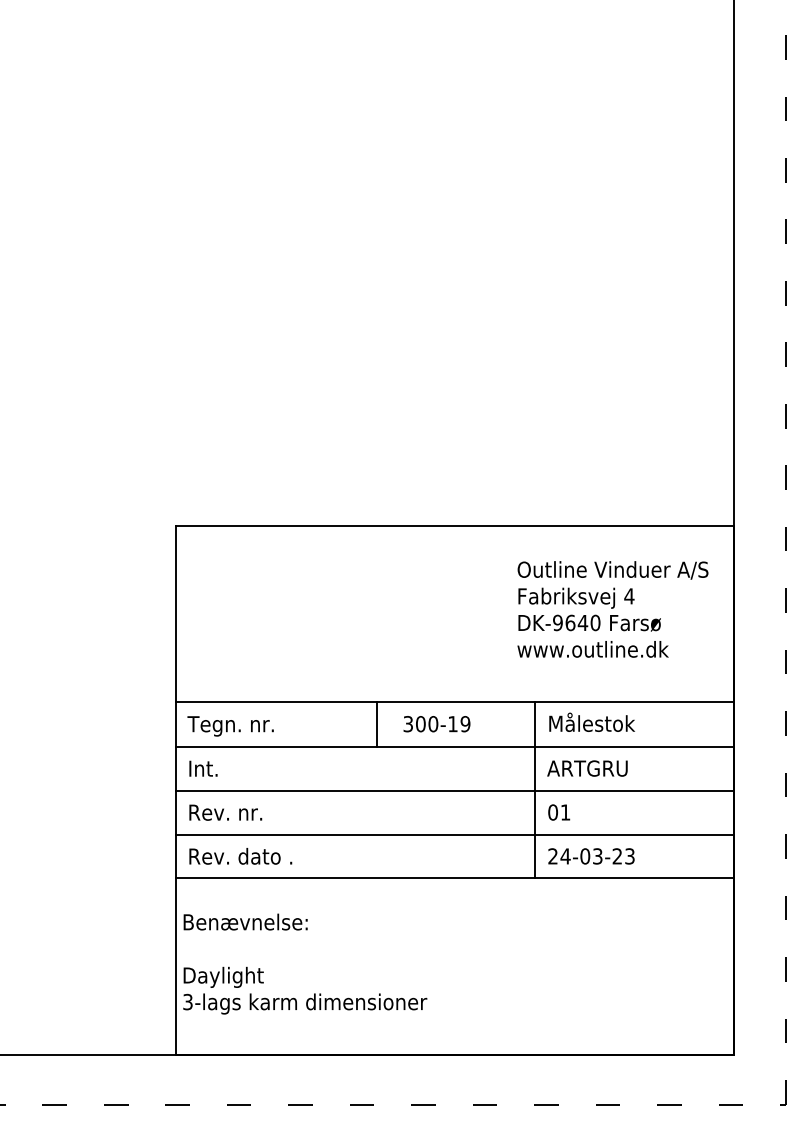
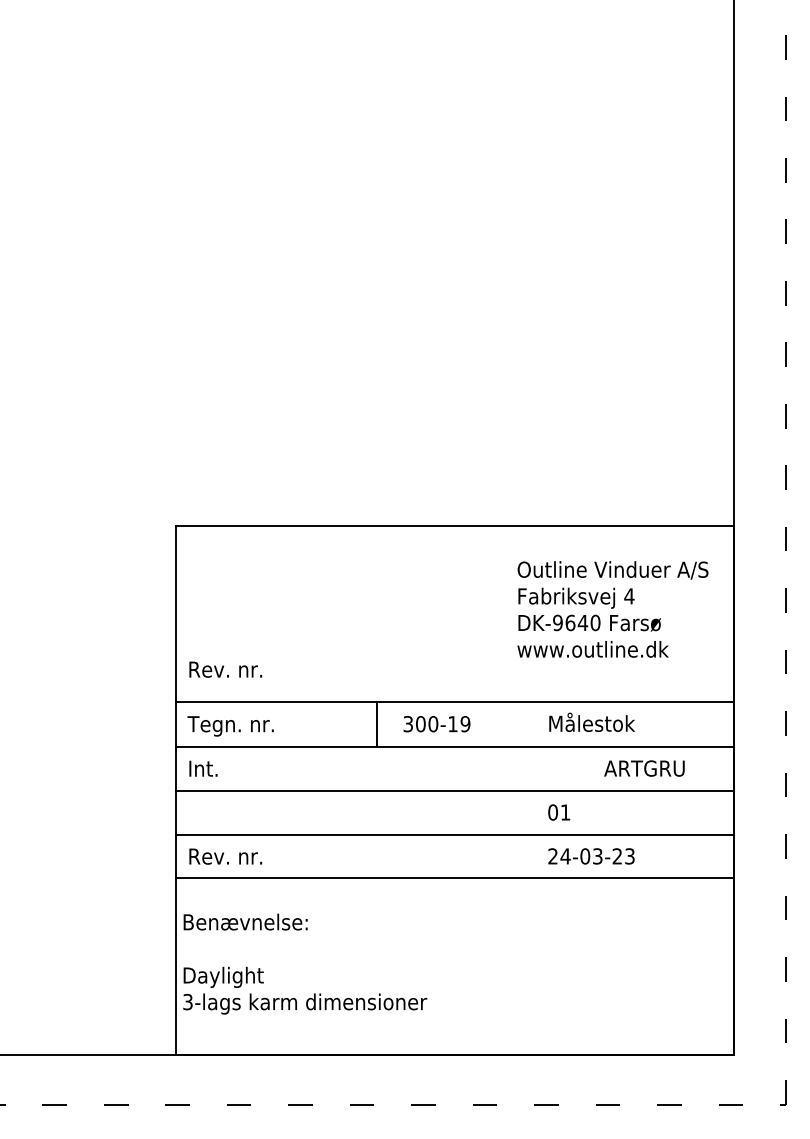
text at (587, 768) position: (587, 768) -> (644, 768)
line at (534, 790): present -> none
text at (225, 812) position: (225, 812) -> (225, 669)
text at (265, 855): Rev. dato . -> Rev. nr.
